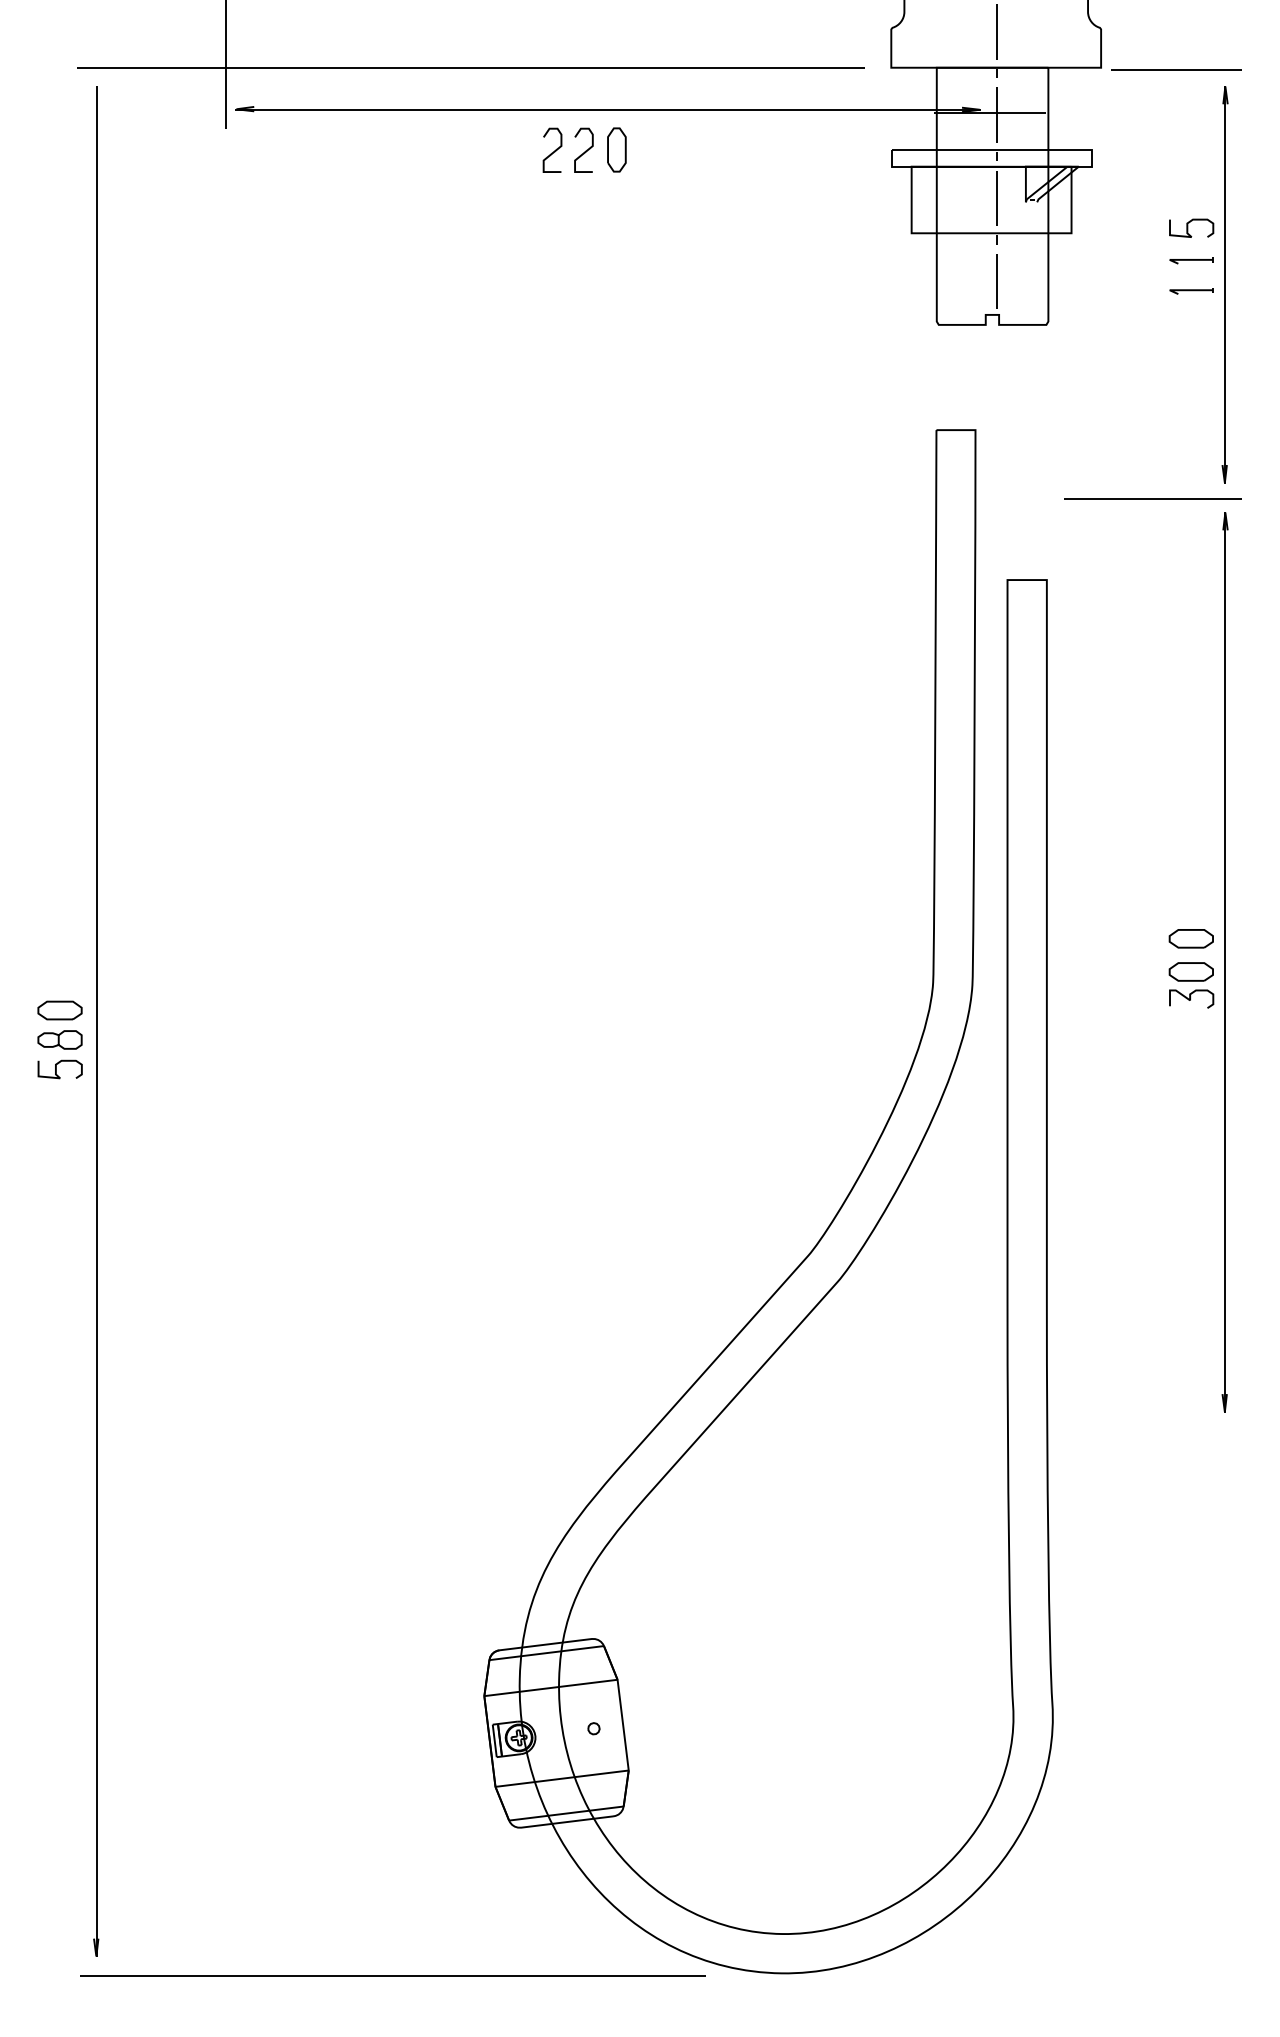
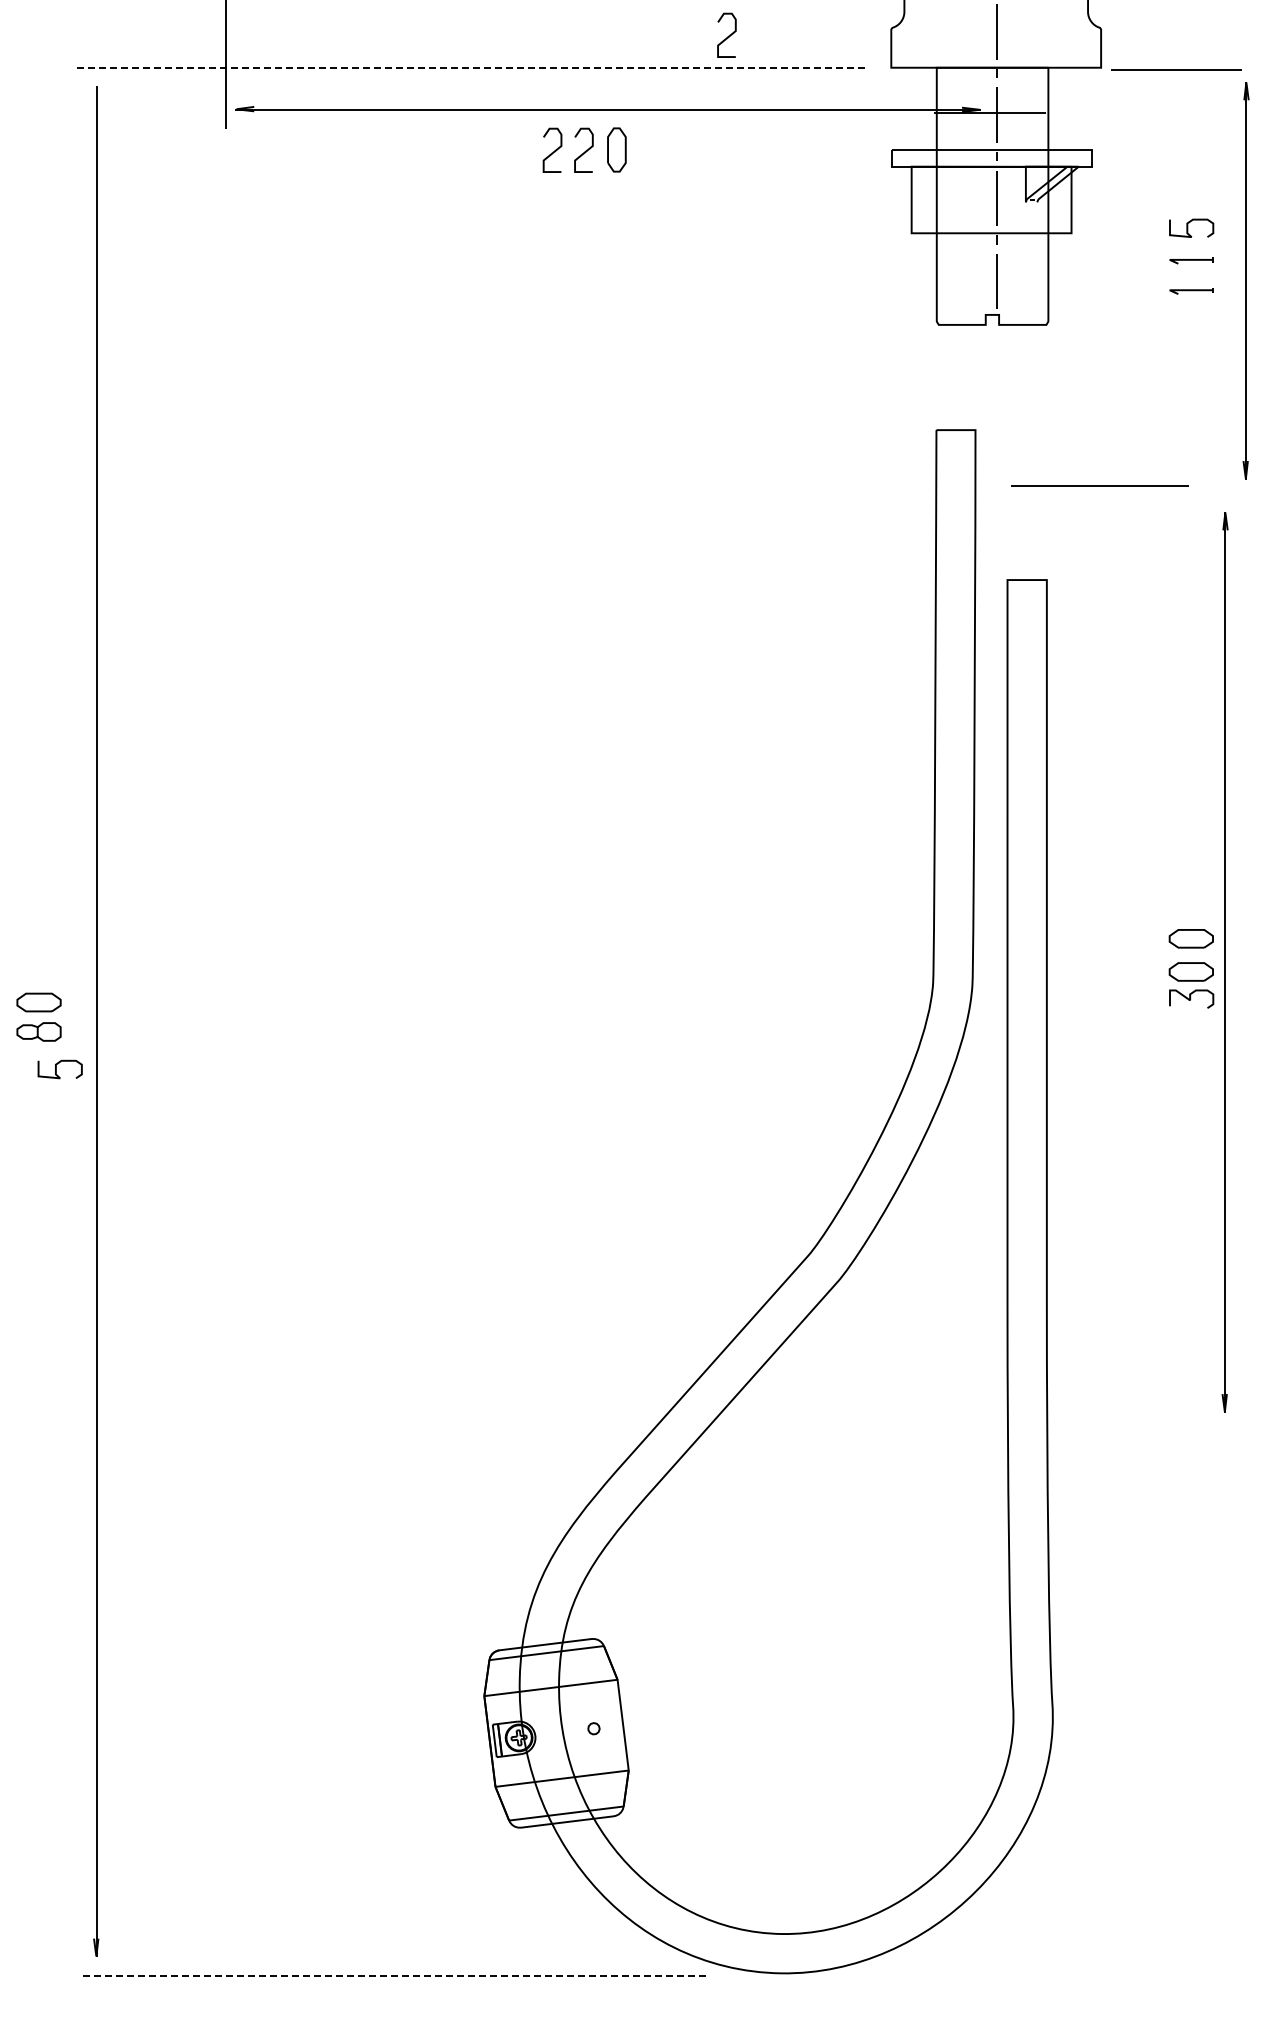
curve at (728, 35): none -> present
line at (470, 67): solid -> dashed
part at (1224, 284) position: (1224, 284) -> (1245, 280)
line at (1152, 498) position: (1152, 498) -> (1099, 485)
part at (59, 1024) position: (59, 1024) -> (38, 1016)
line at (393, 1975): solid -> dashed
